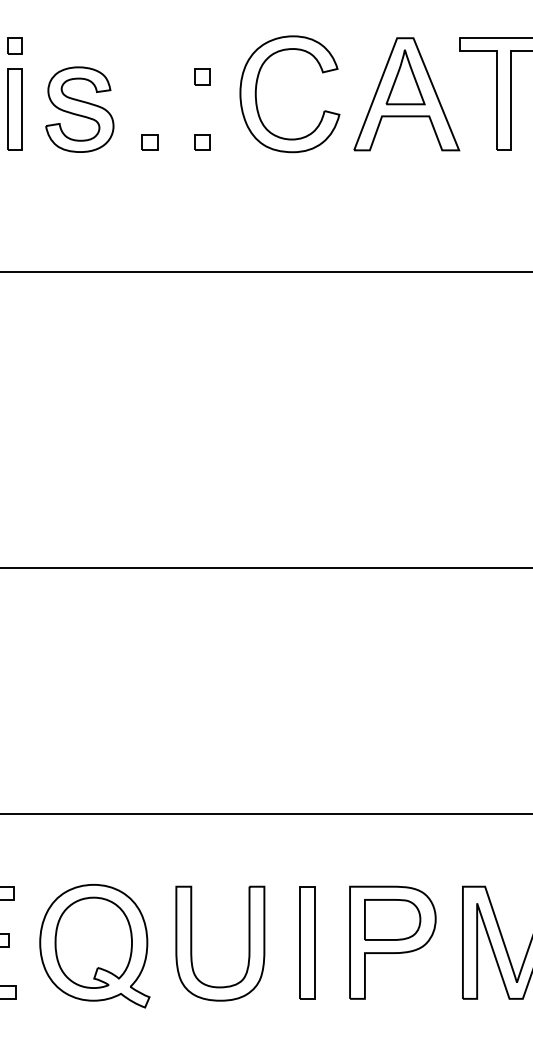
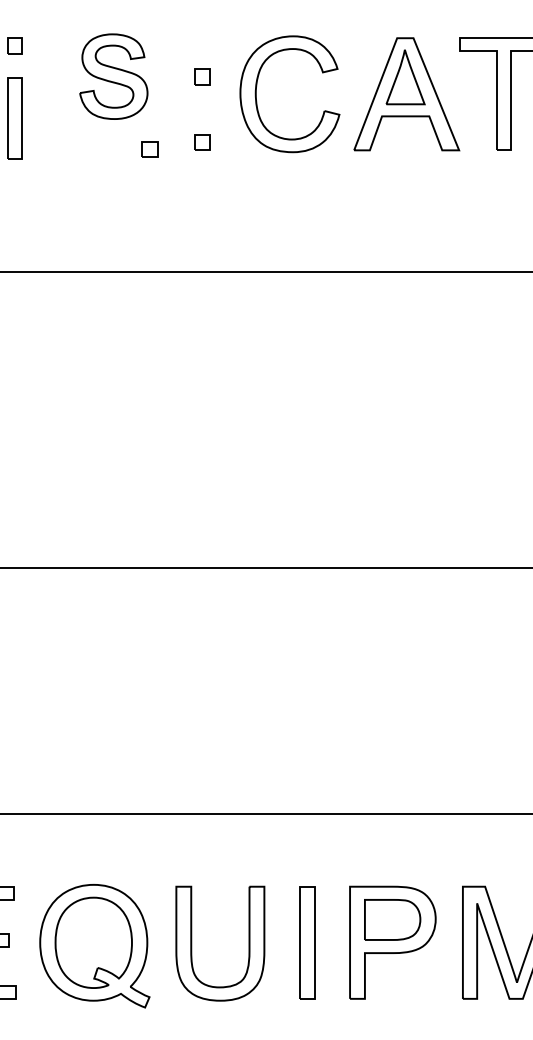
part at (14, 109) position: (14, 109) -> (14, 118)
part at (79, 109) position: (79, 109) -> (113, 76)
part at (149, 142) position: (149, 142) -> (149, 149)
